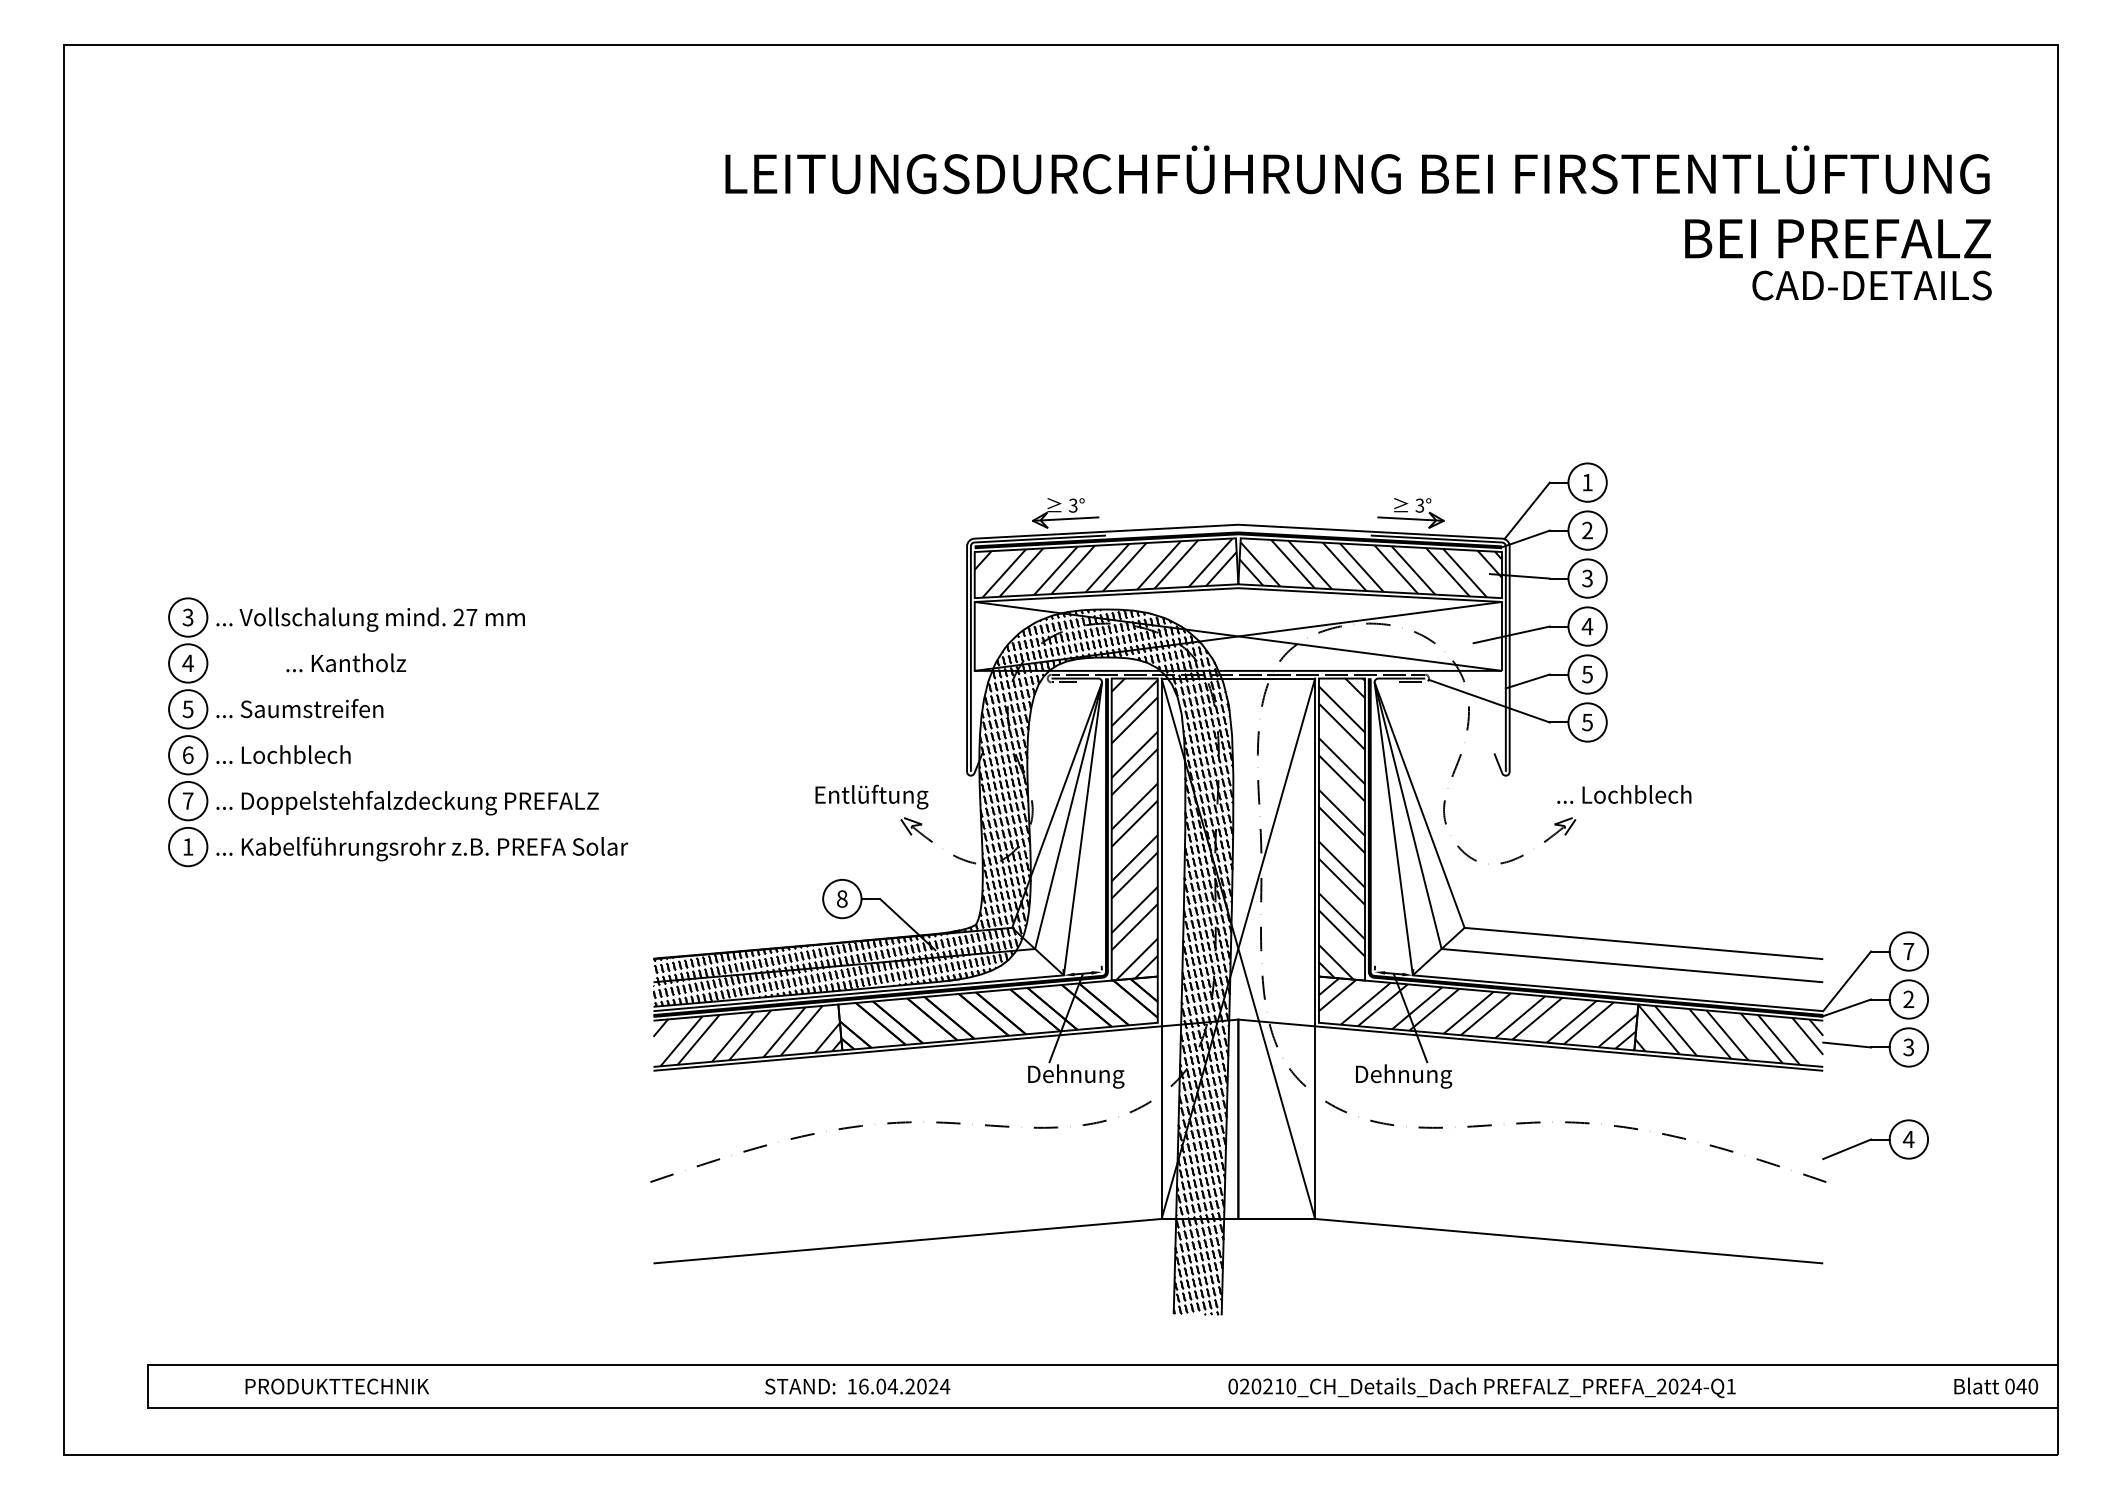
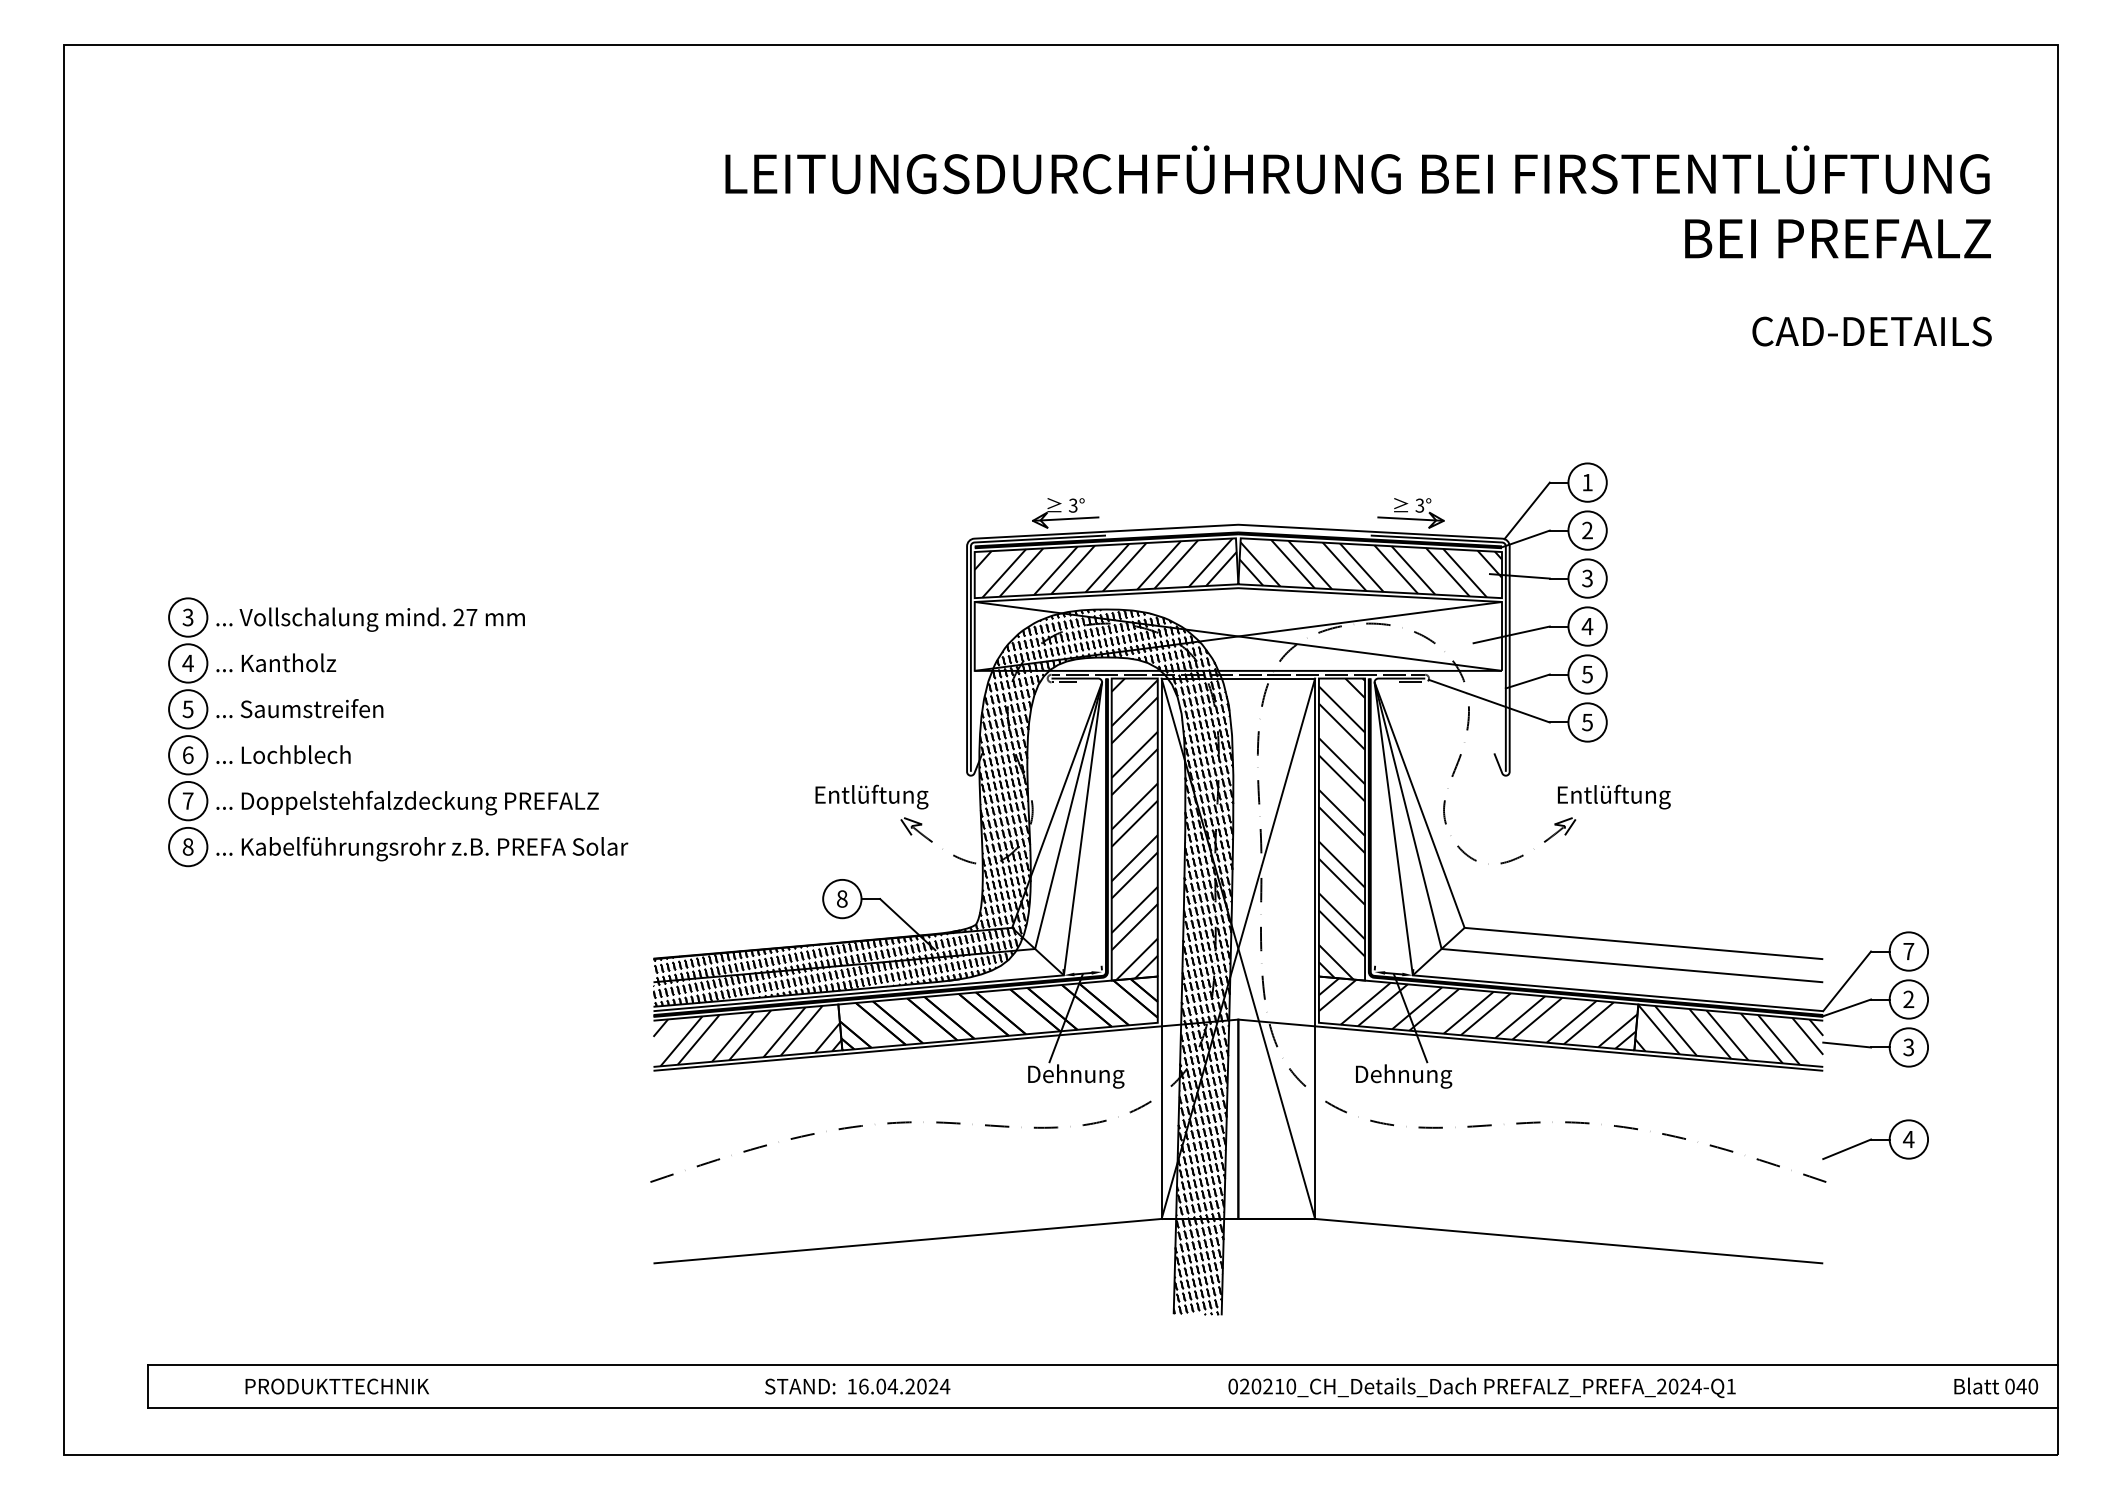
text at (1871, 285) position: (1871, 285) -> (1871, 331)
text at (346, 662) position: (346, 662) -> (276, 662)
text at (1624, 796): ... Lochblech -> Entlüftung
text at (187, 846): 1 -> 8
